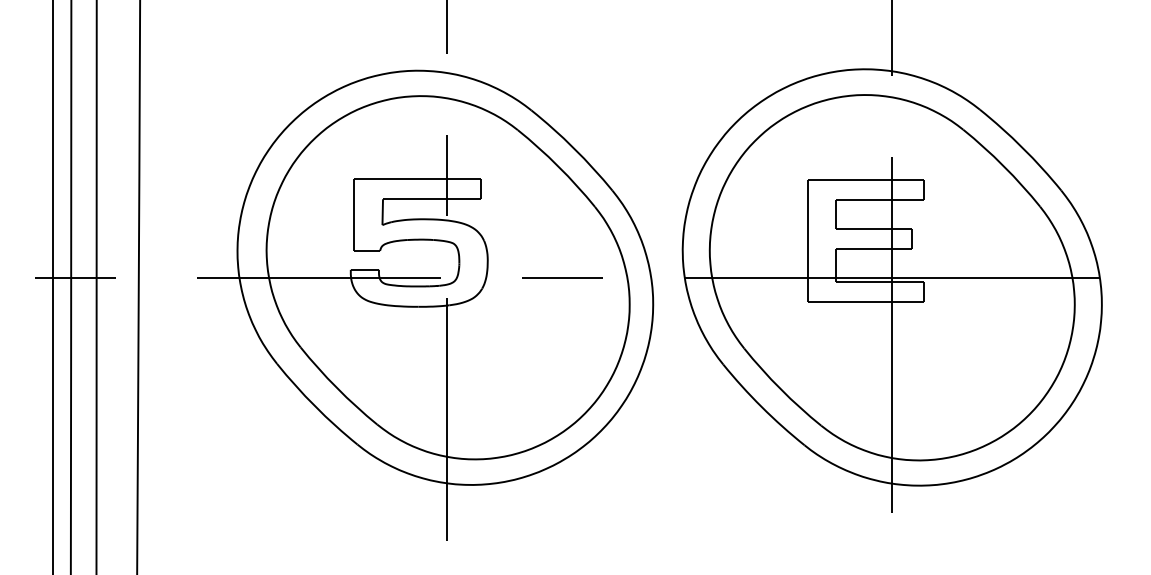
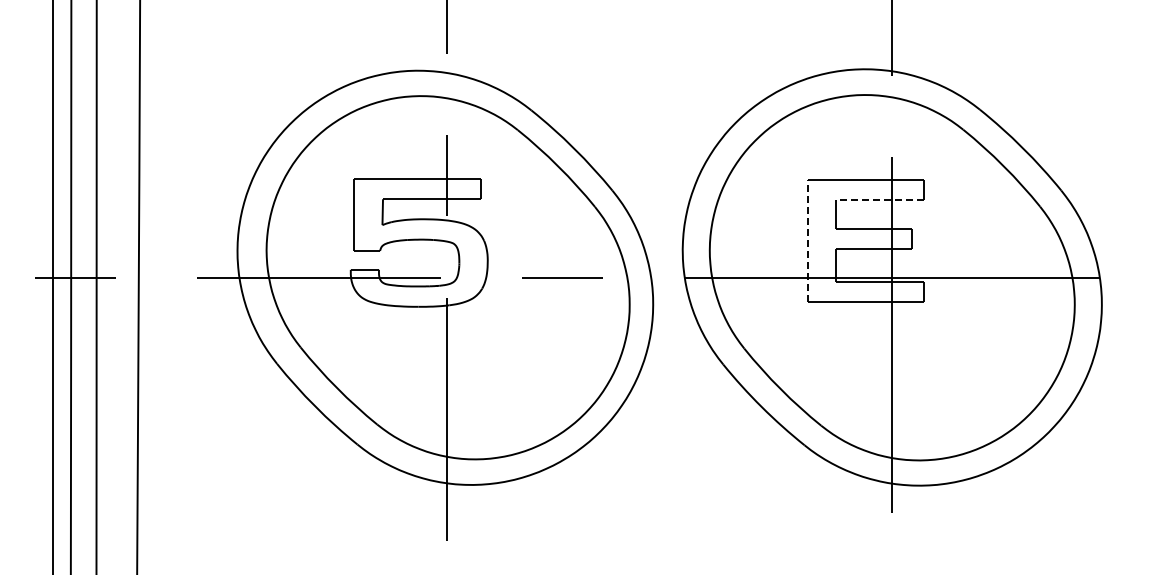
line at (879, 199): solid -> dashed
line at (807, 240): solid -> dashed
